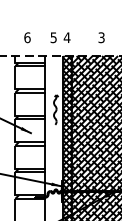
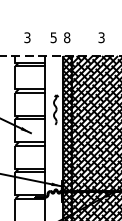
text at (27, 37): 6 -> 3
text at (66, 37): 4 -> 8
